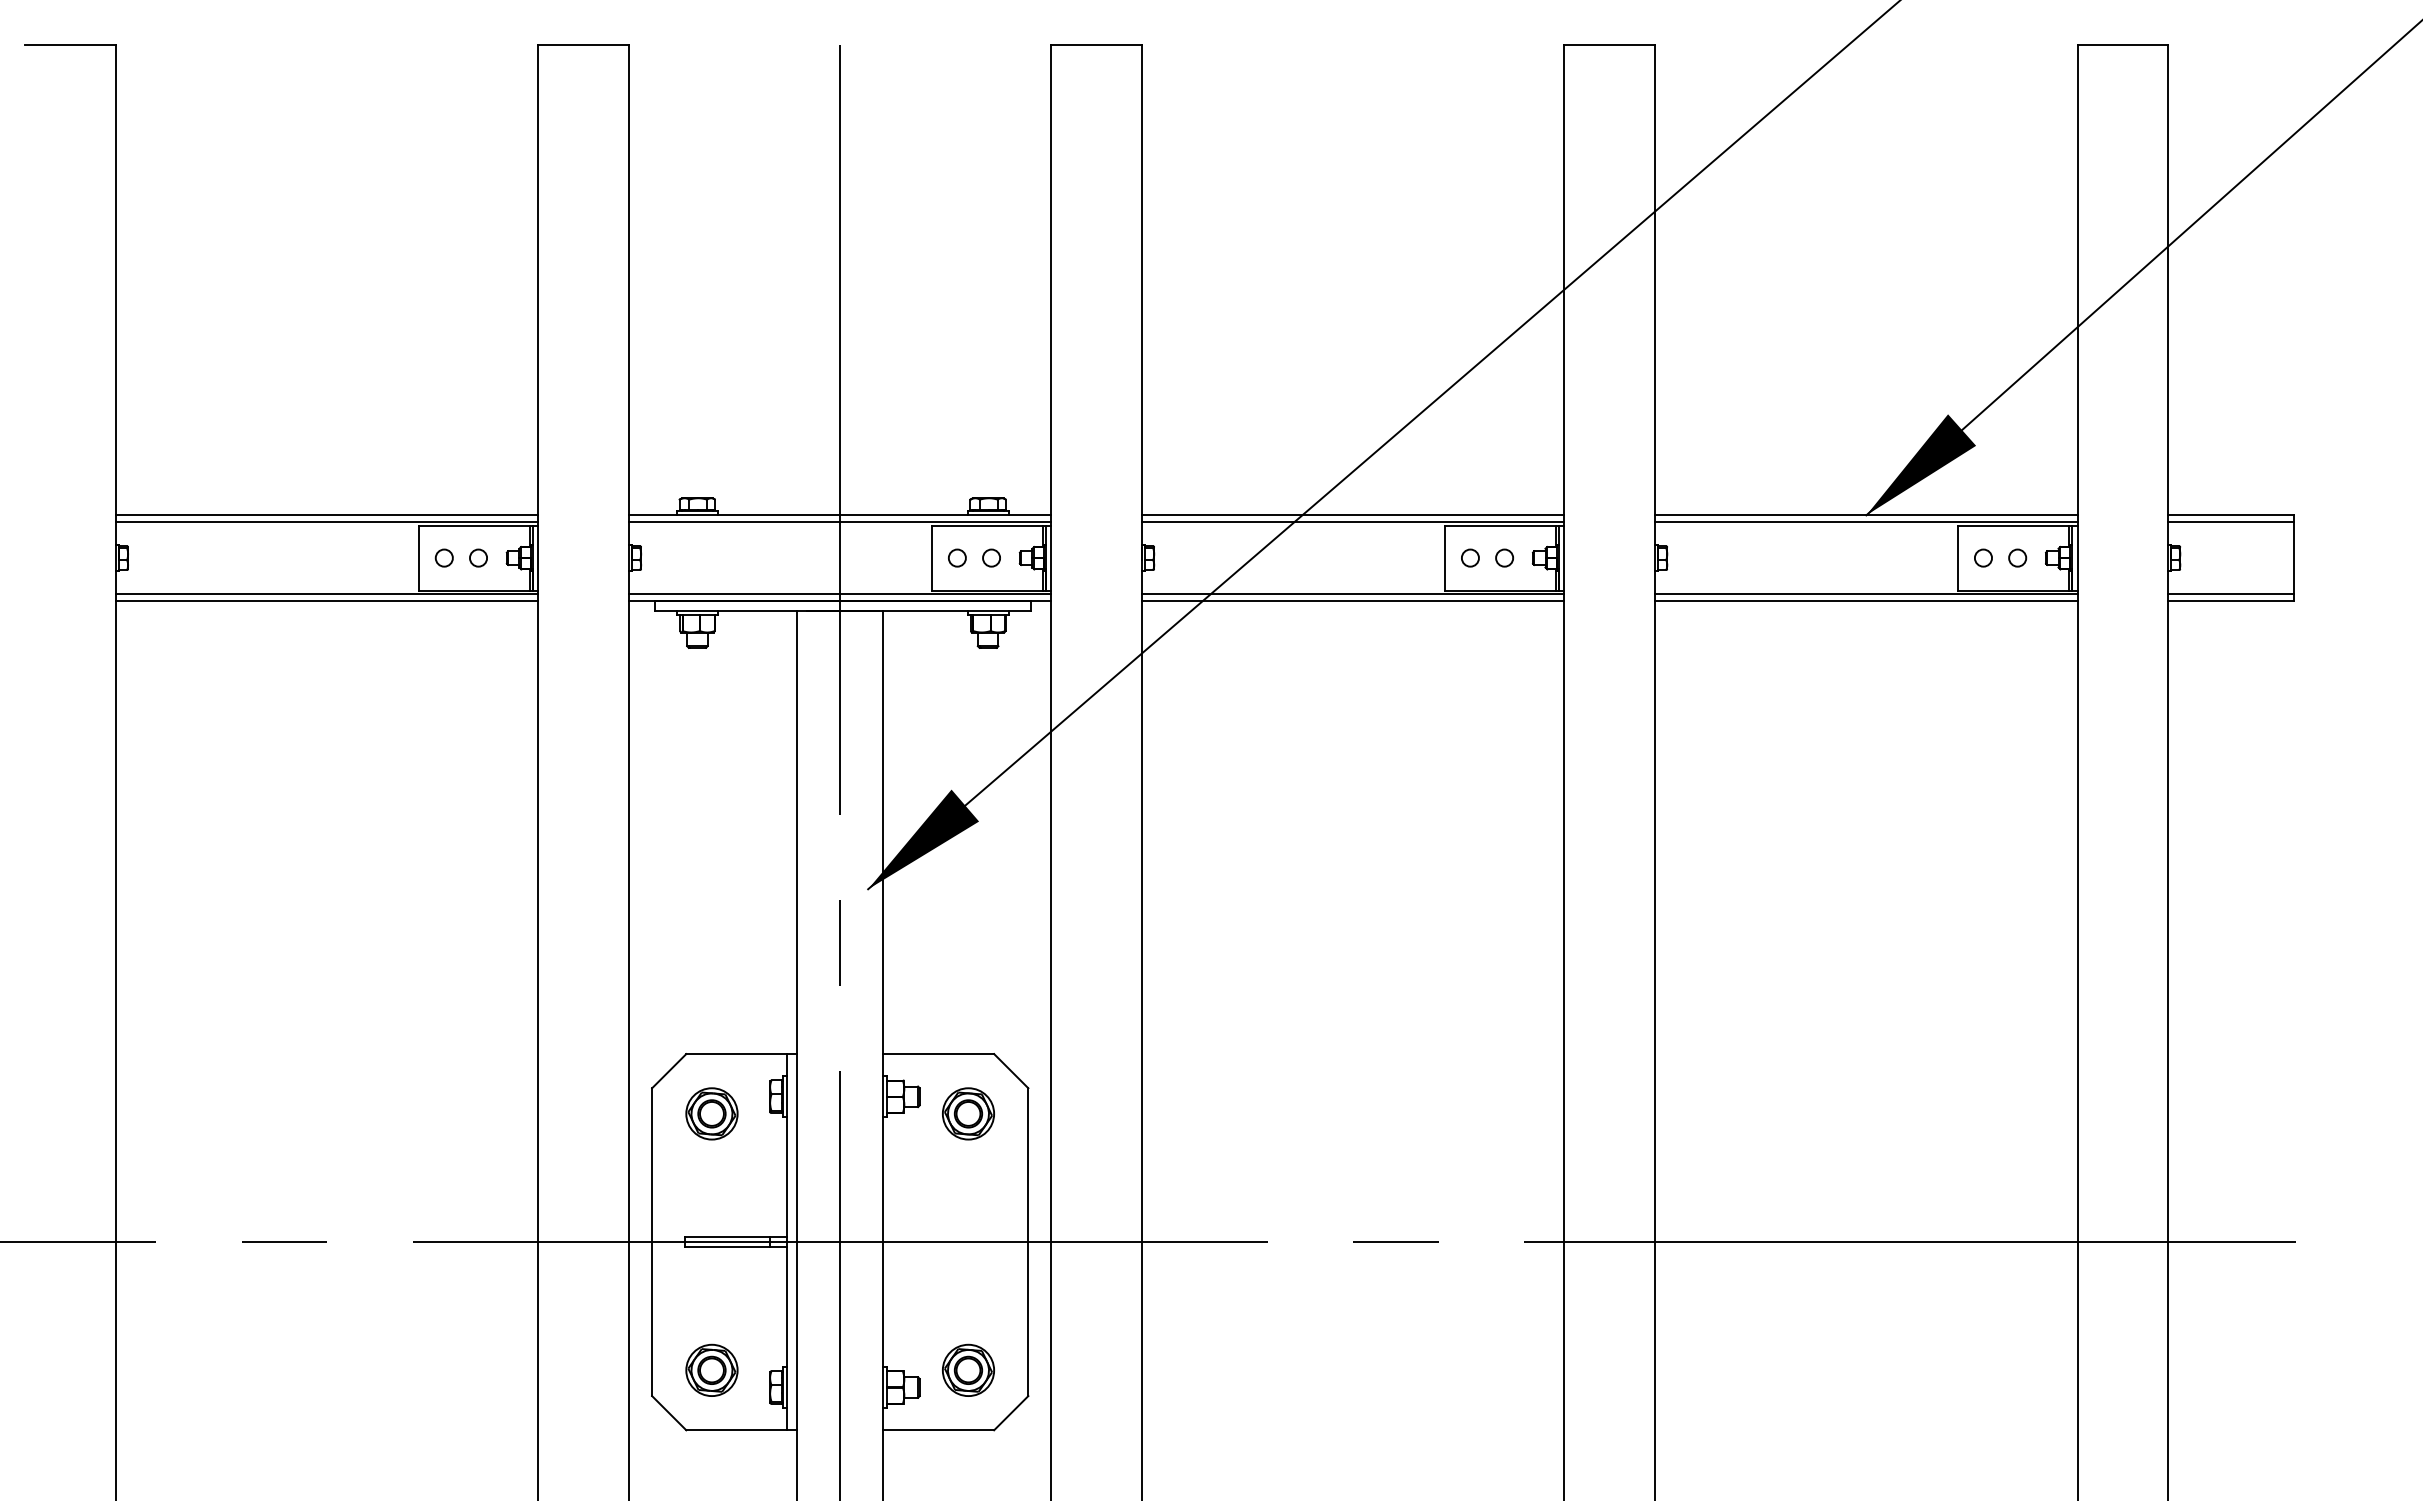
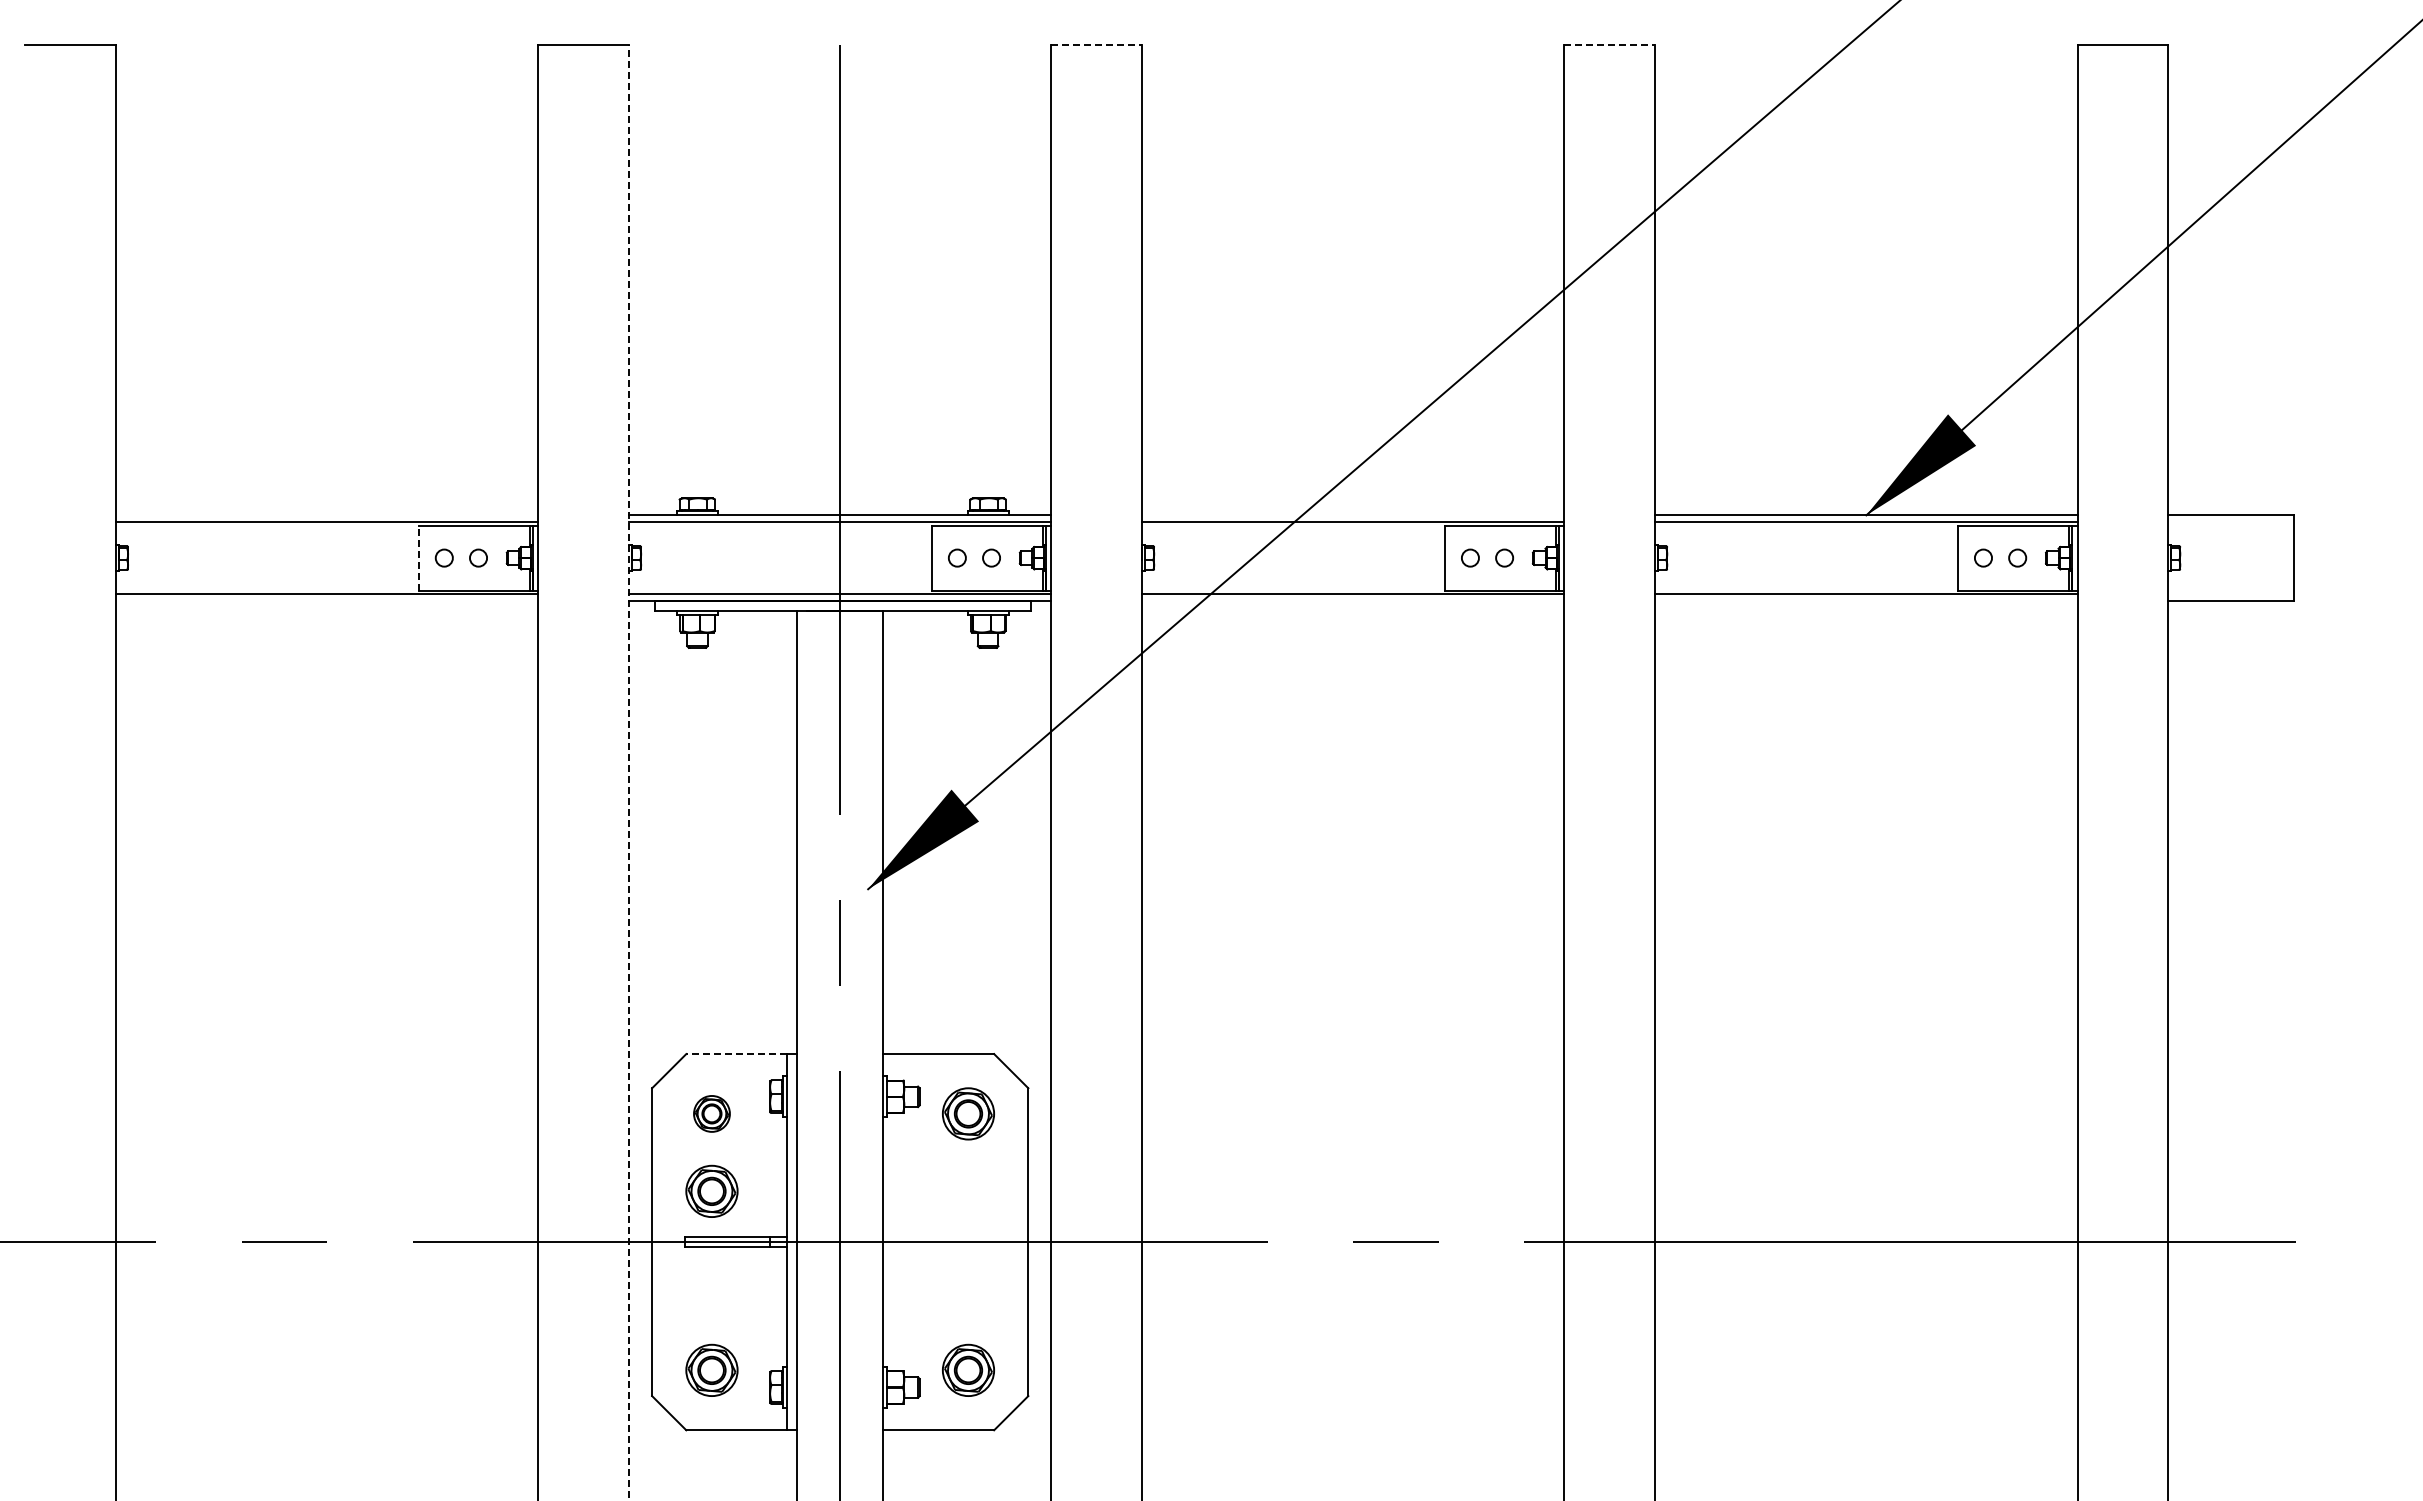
line at (1097, 45): solid -> dashed
line at (1610, 45): solid -> dashed
line at (326, 515): present -> none
line at (1353, 515): present -> none
line at (2230, 522): present -> none
line at (418, 557): solid -> dashed
line at (2230, 594): present -> none
line at (326, 600): present -> none
line at (1353, 600): present -> none
line at (1866, 600): present -> none
line at (629, 772): solid -> dashed
line at (736, 1054): solid -> dashed
part at (711, 1113) size: 54x54 px -> 38x38 px
part at (711, 1190): none -> present
